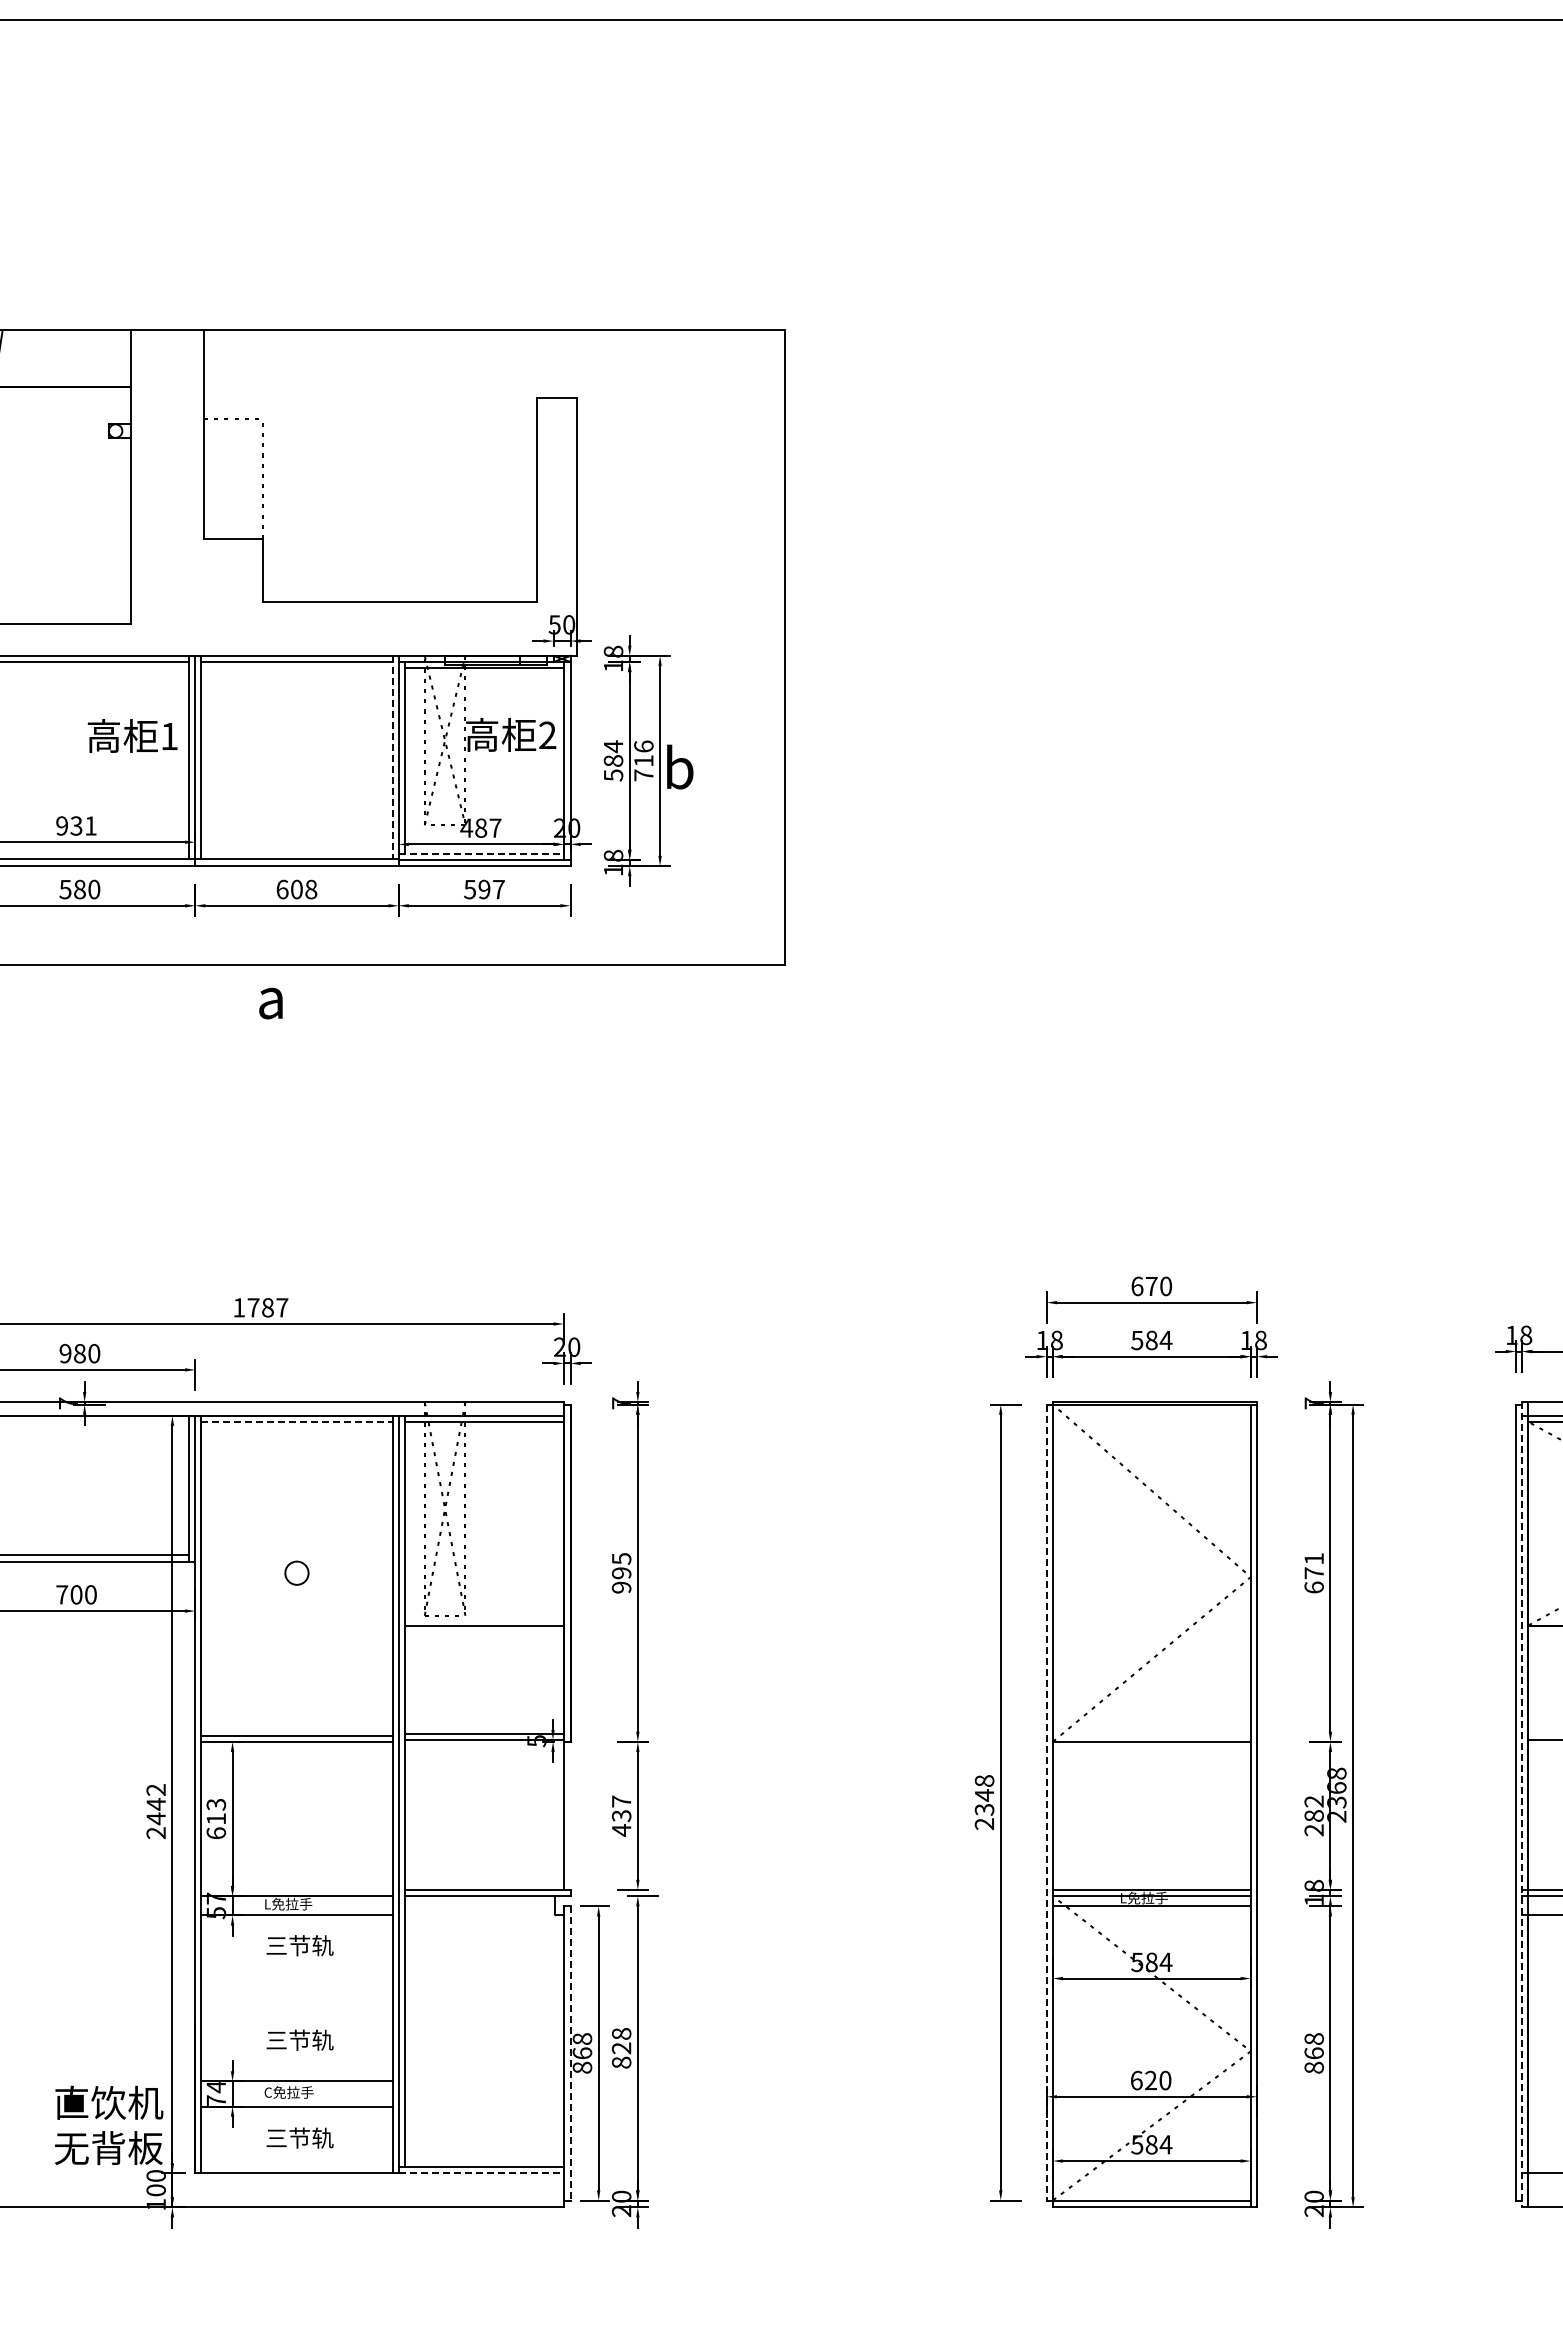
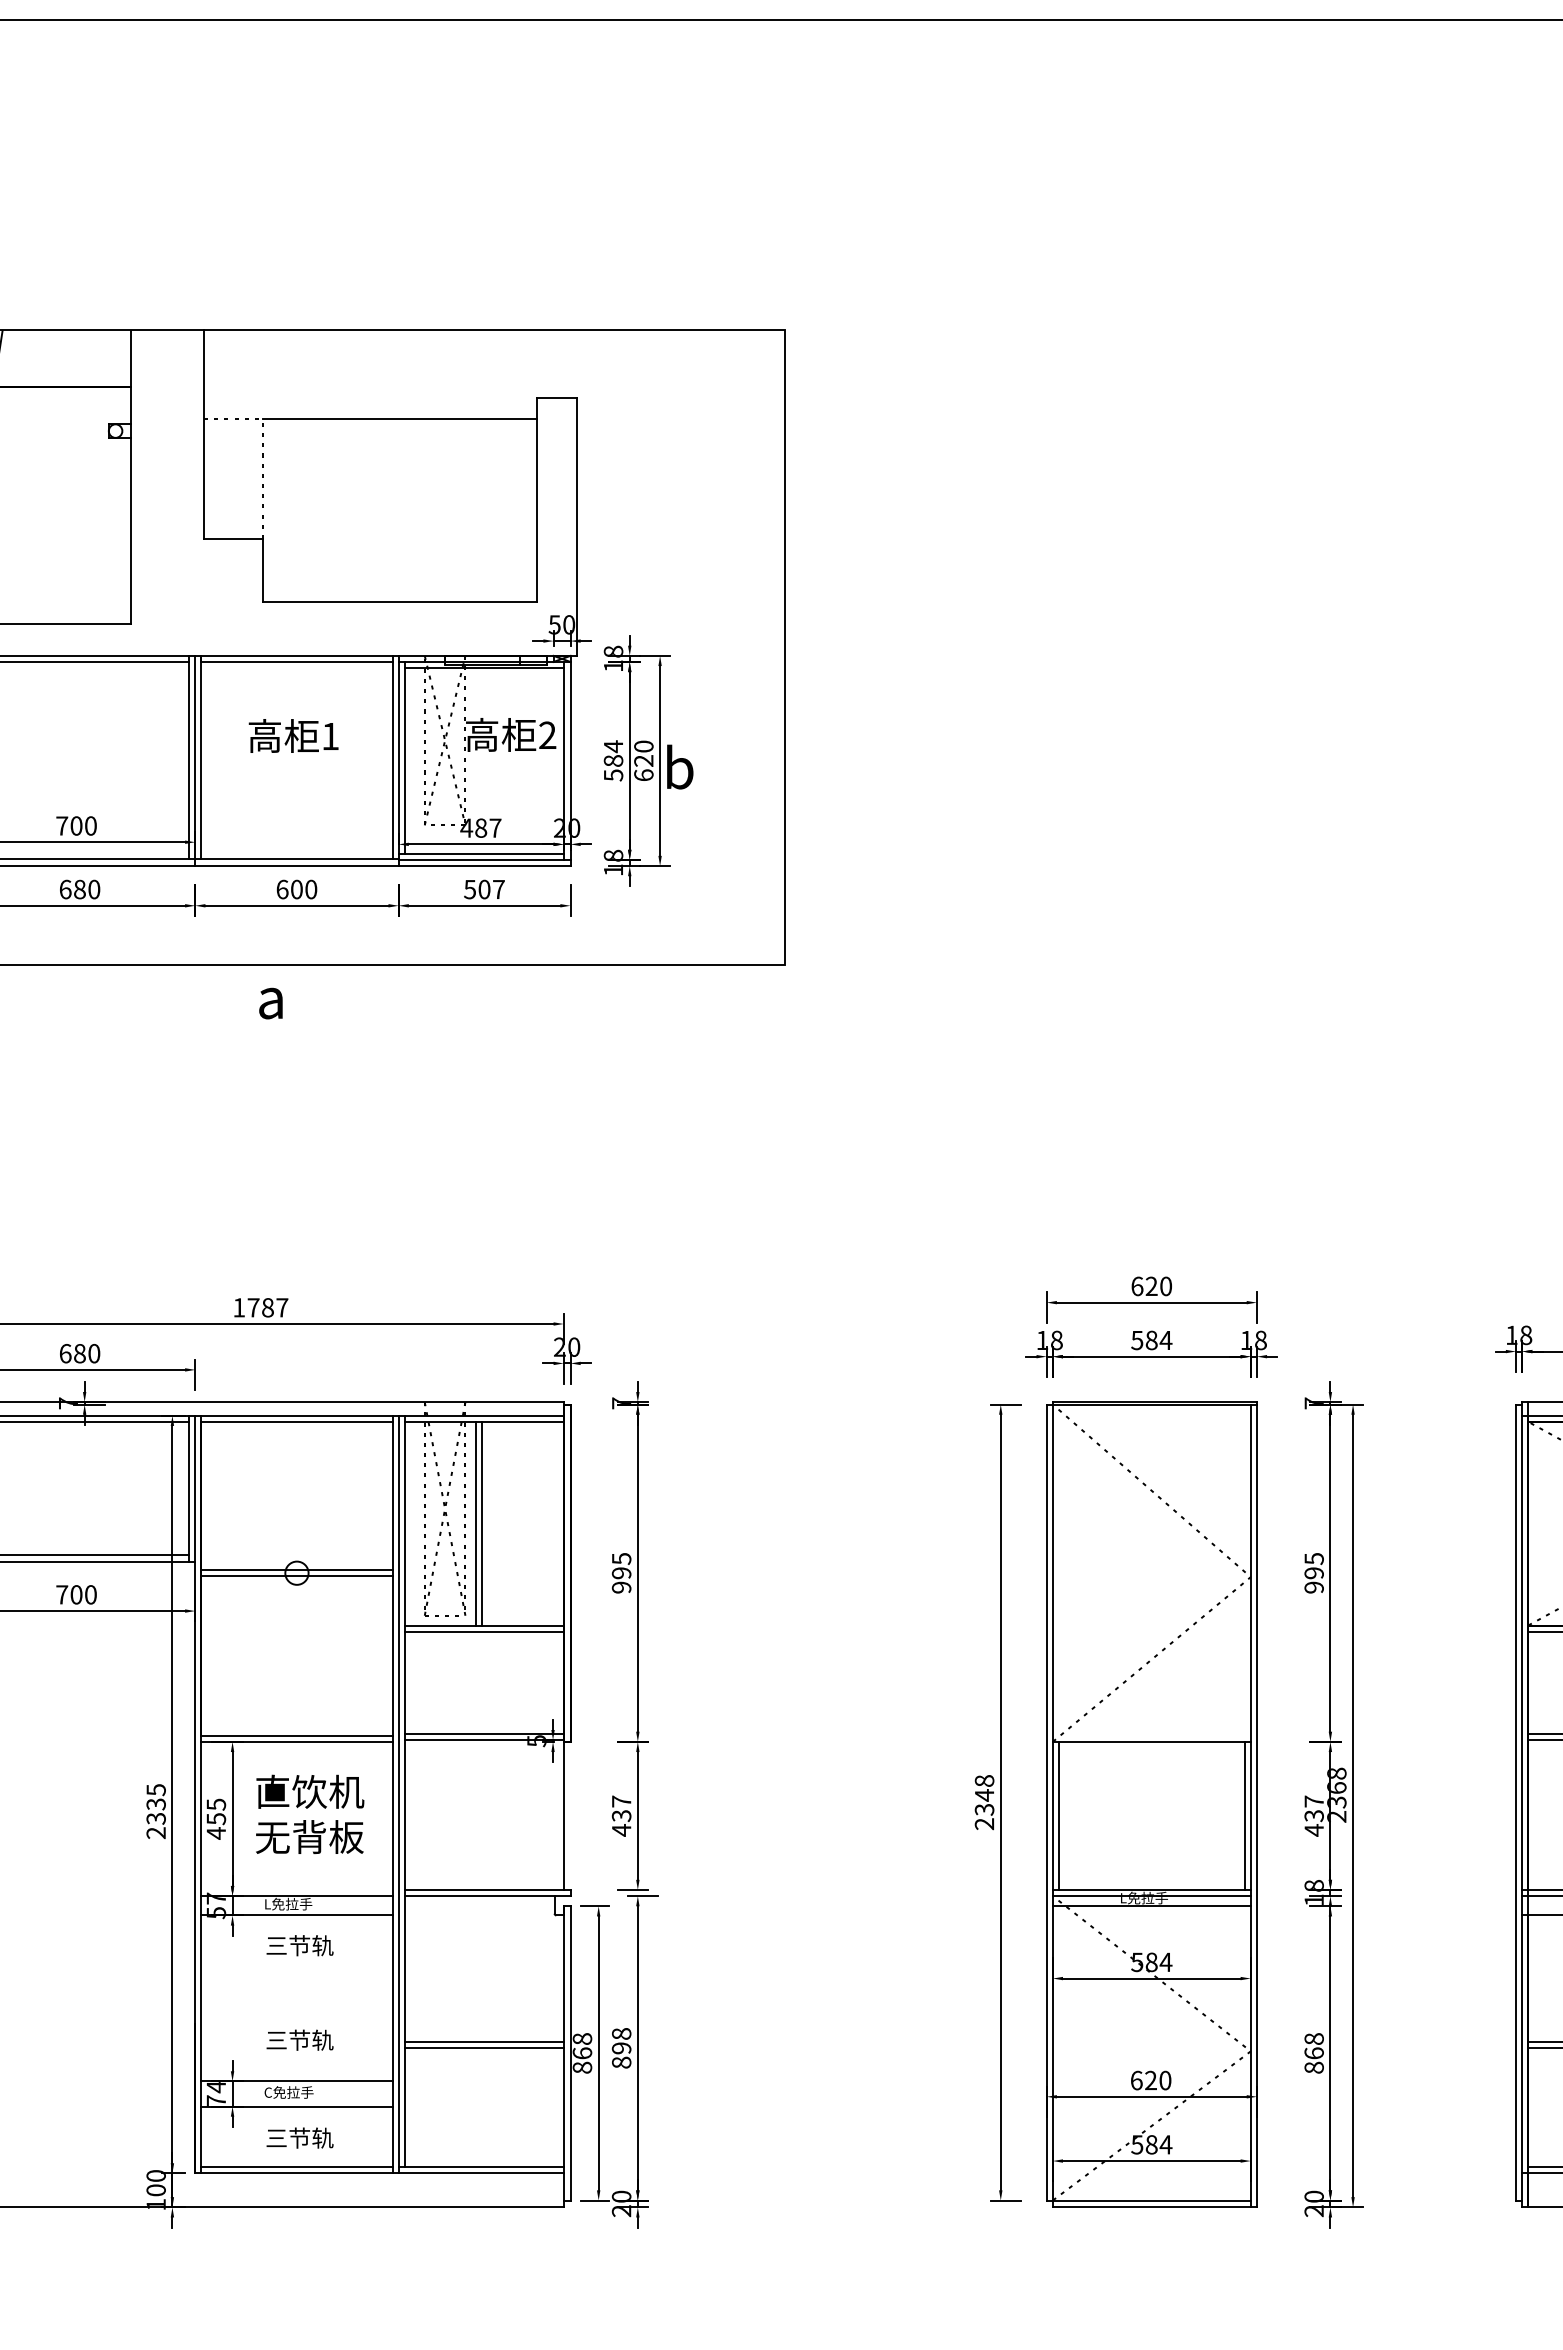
line at (399, 418): none -> present
text at (132, 735) position: (132, 735) -> (293, 735)
line at (392, 757): dashed -> solid
text at (643, 760): 716 -> 620
text at (76, 825): 931 -> 700
line at (481, 853): dashed -> solid
text at (65, 889): 580 -> 680
text at (311, 889): 608 -> 600
text at (484, 889): 597 -> 507
text at (1151, 1285): 670 -> 620
text at (65, 1353): 980 -> 680
line at (95, 1421): none -> present
line at (296, 1421): dashed -> solid
line at (475, 1523): none -> present
line at (481, 1523): none -> present
line at (296, 1570): none -> present
text at (1313, 1573): 671 -> 995
line at (296, 1576): none -> present
line at (483, 1631): none -> present
line at (1543, 1631): none -> present
line at (1543, 1734): none -> present
line at (1046, 1802): dashed -> solid
text at (155, 1804): 2442 -> 2335
line at (1522, 1804): dashed -> solid
line at (1058, 1815): none -> present
line at (1244, 1815): none -> present
text at (1313, 1815): 282 -> 437
text at (216, 1818): 613 -> 455
line at (483, 2041): none -> present
line at (1543, 2041): none -> present
line at (483, 2047): none -> present
line at (1543, 2047): none -> present
text at (621, 2048): 828 -> 898
line at (570, 2053): dashed -> solid
text at (109, 2124) position: (109, 2124) -> (310, 1813)
line at (296, 2167): none -> present
line at (1543, 2167): none -> present
line at (481, 2173): dashed -> solid
